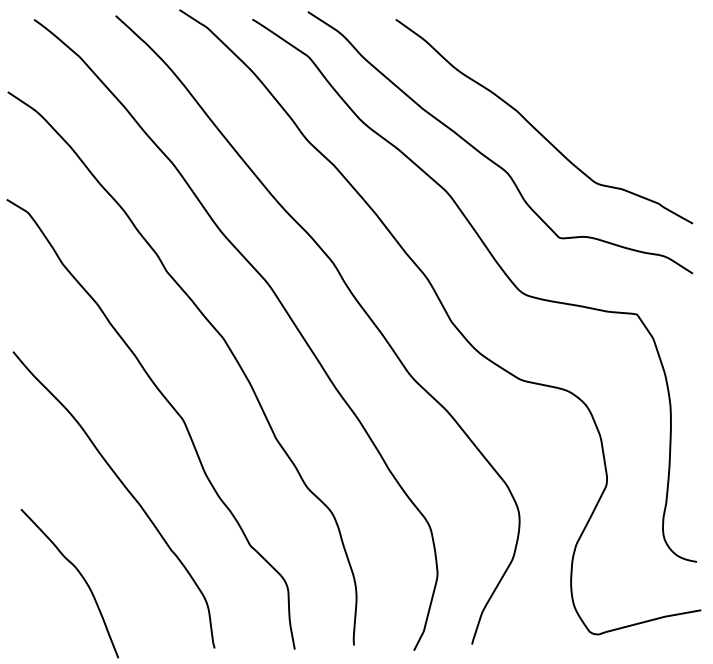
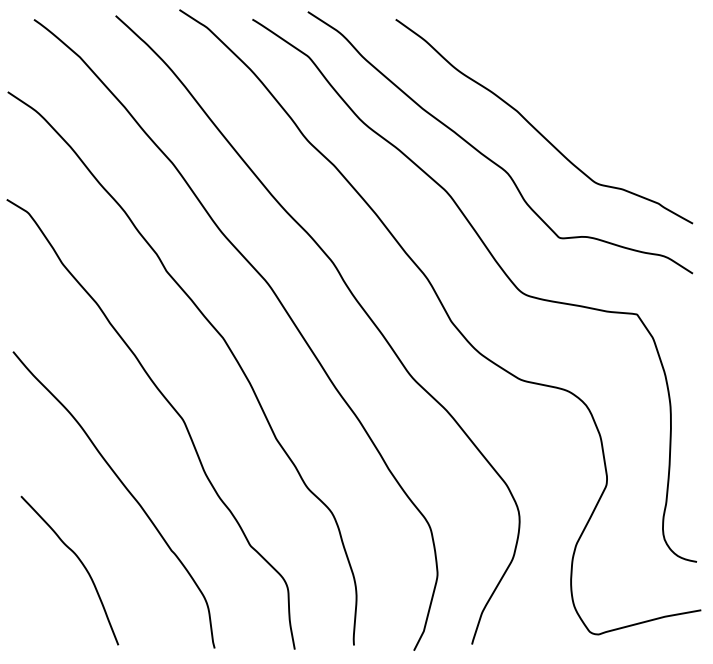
curve at (81, 577) position: (81, 577) -> (81, 564)
